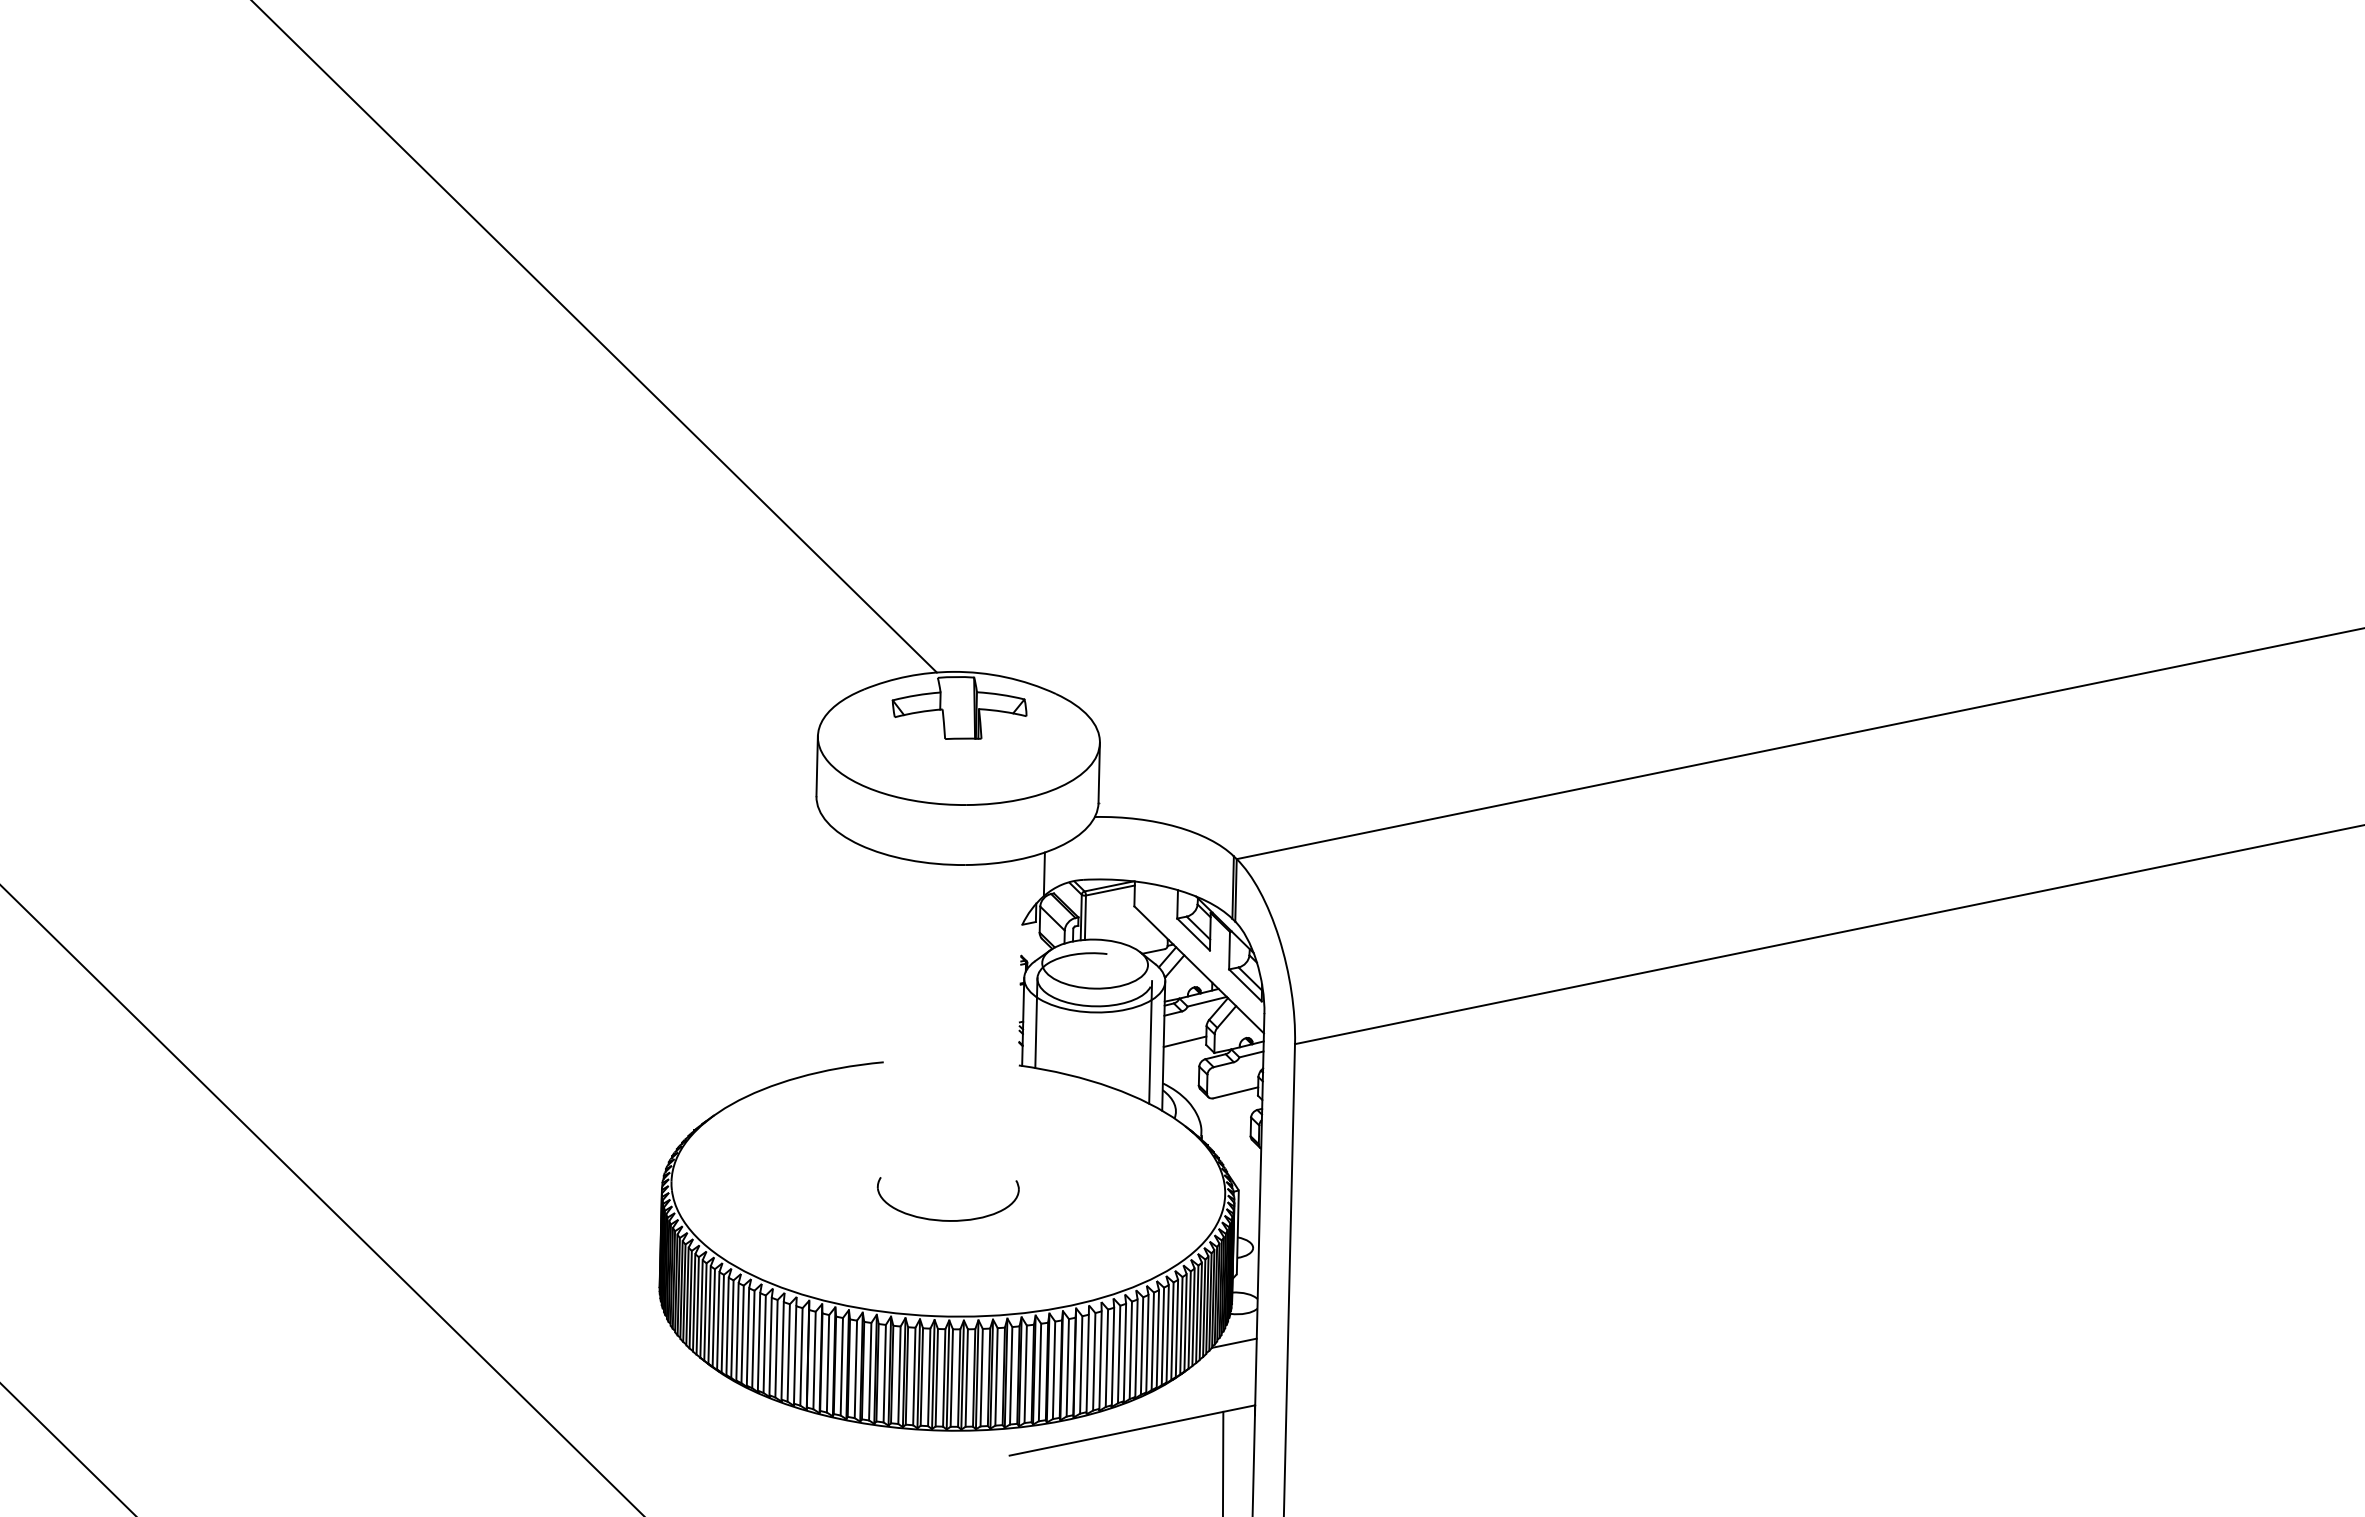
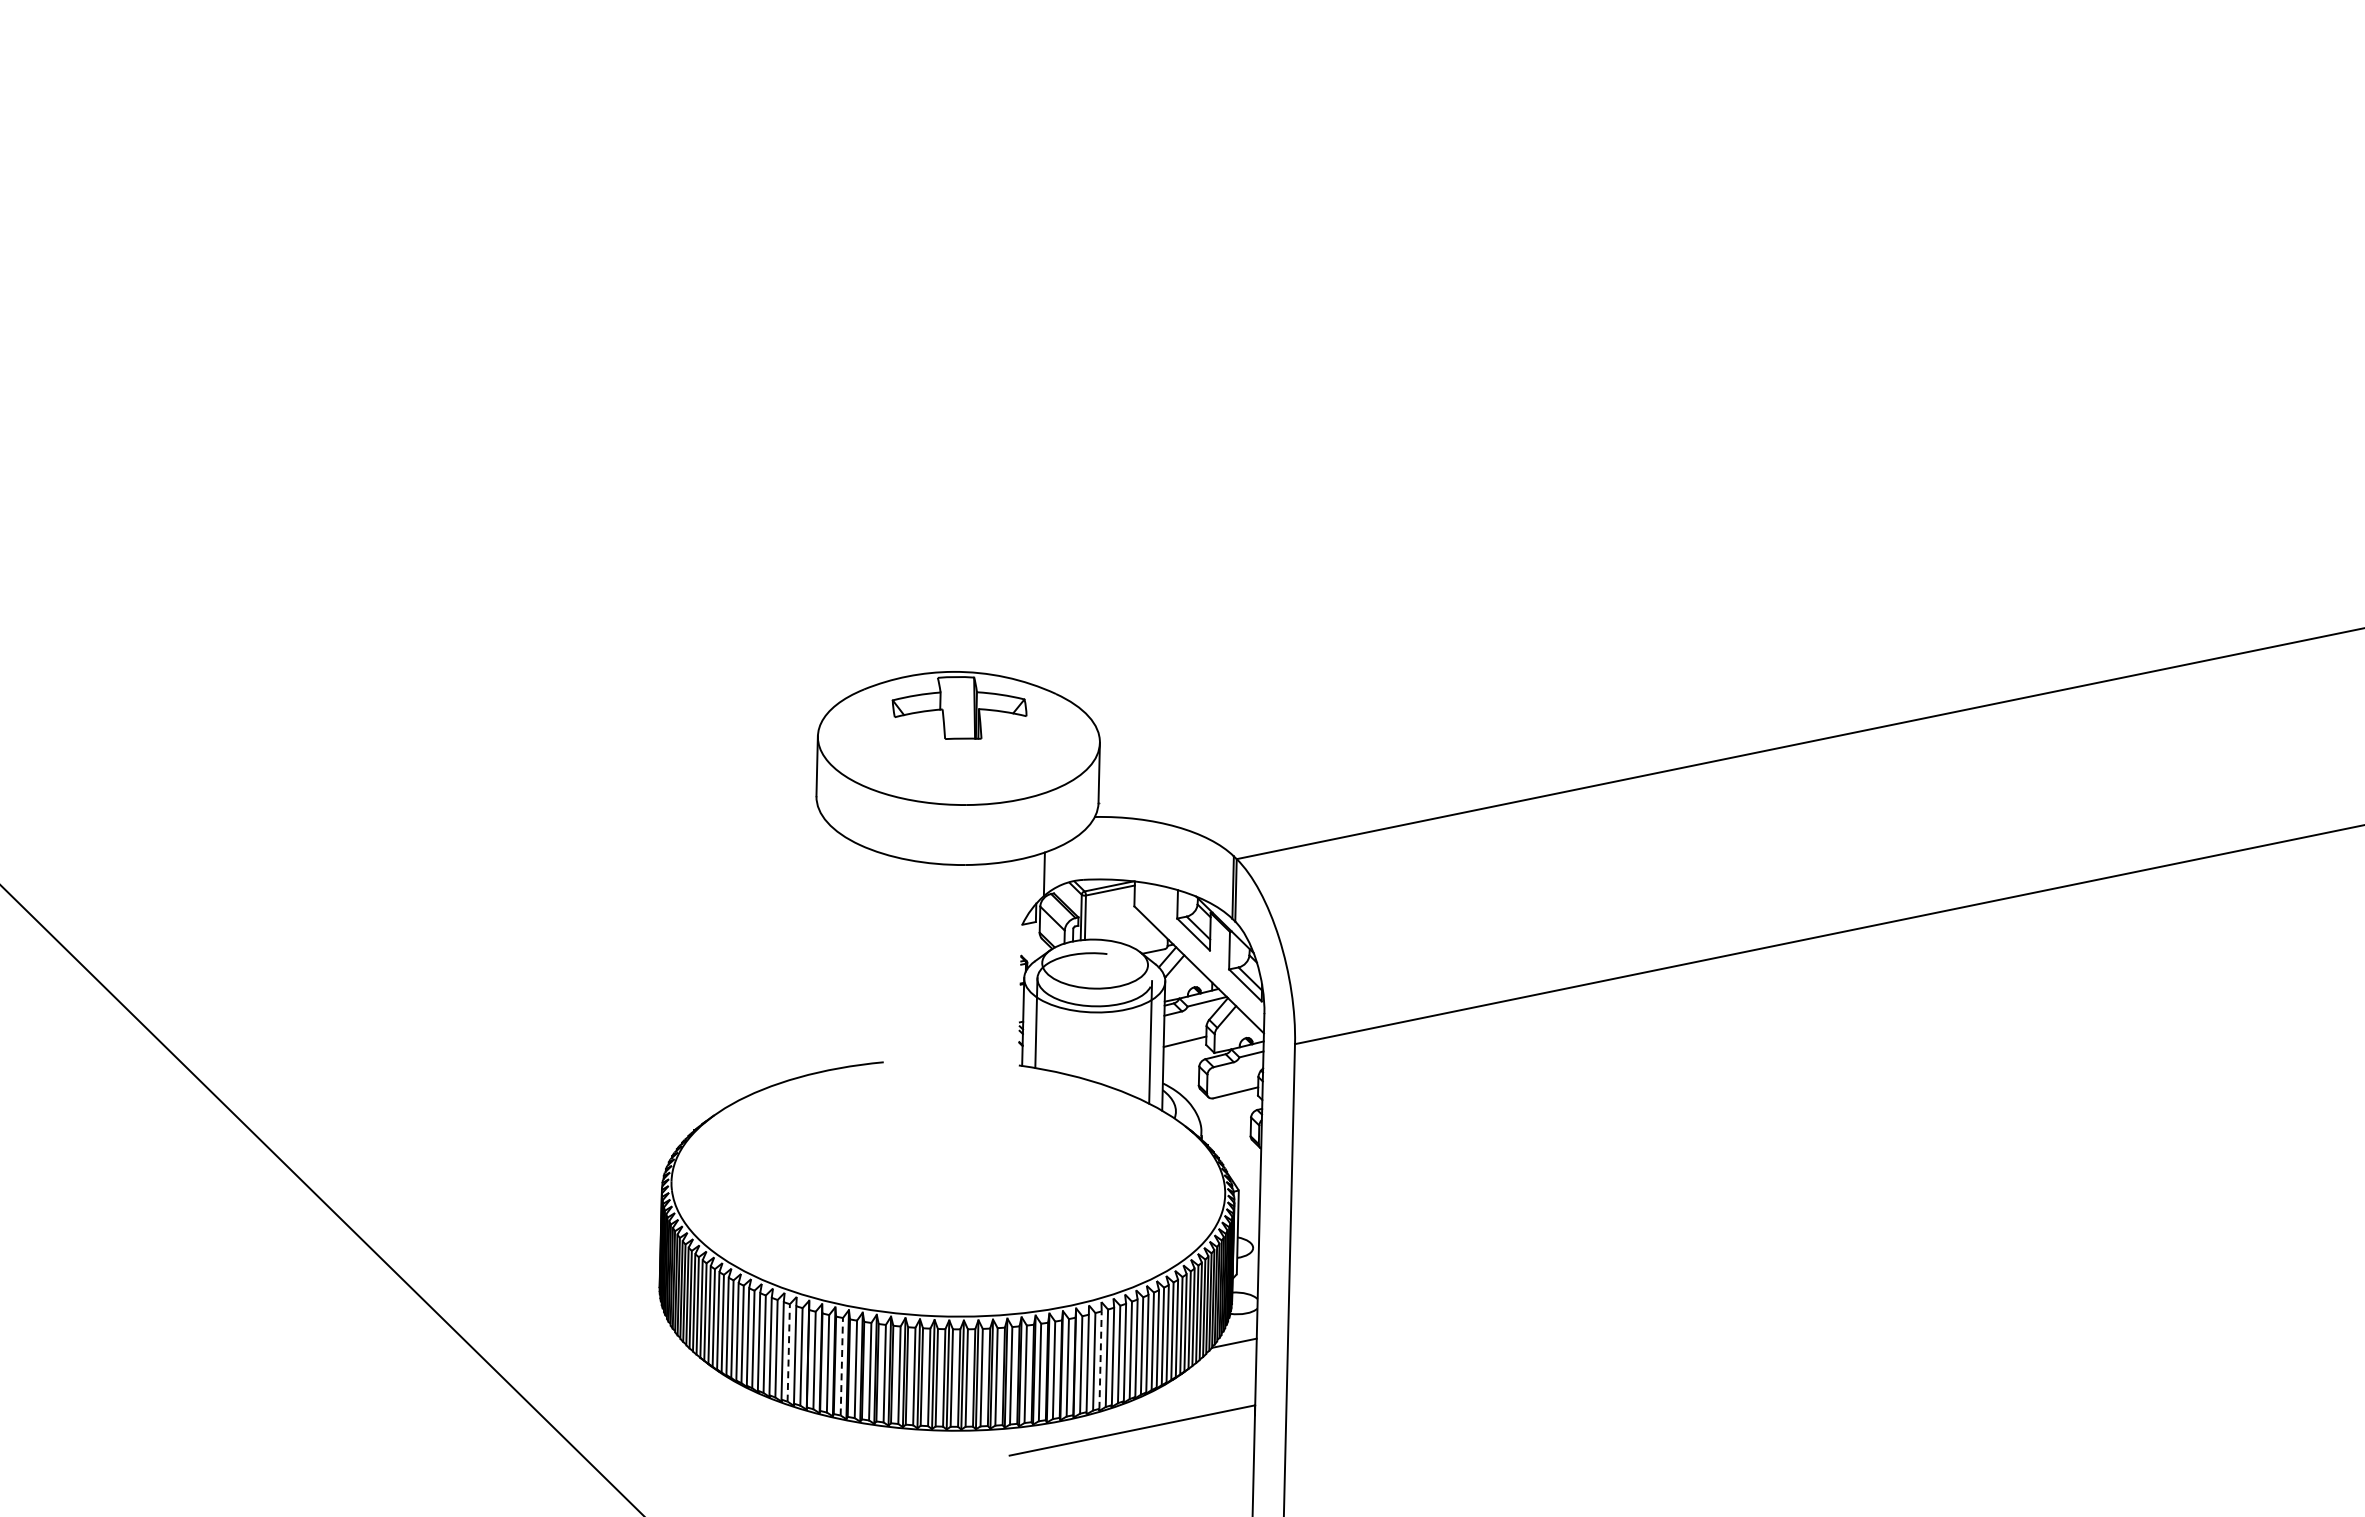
line at (594, 337): present -> none
part at (944, 1219): present -> none
line at (788, 1352): solid -> dashed
line at (1100, 1360): solid -> dashed
line at (841, 1366): solid -> dashed
line at (67, 1448): present -> none
line at (1222, 1462): present -> none
